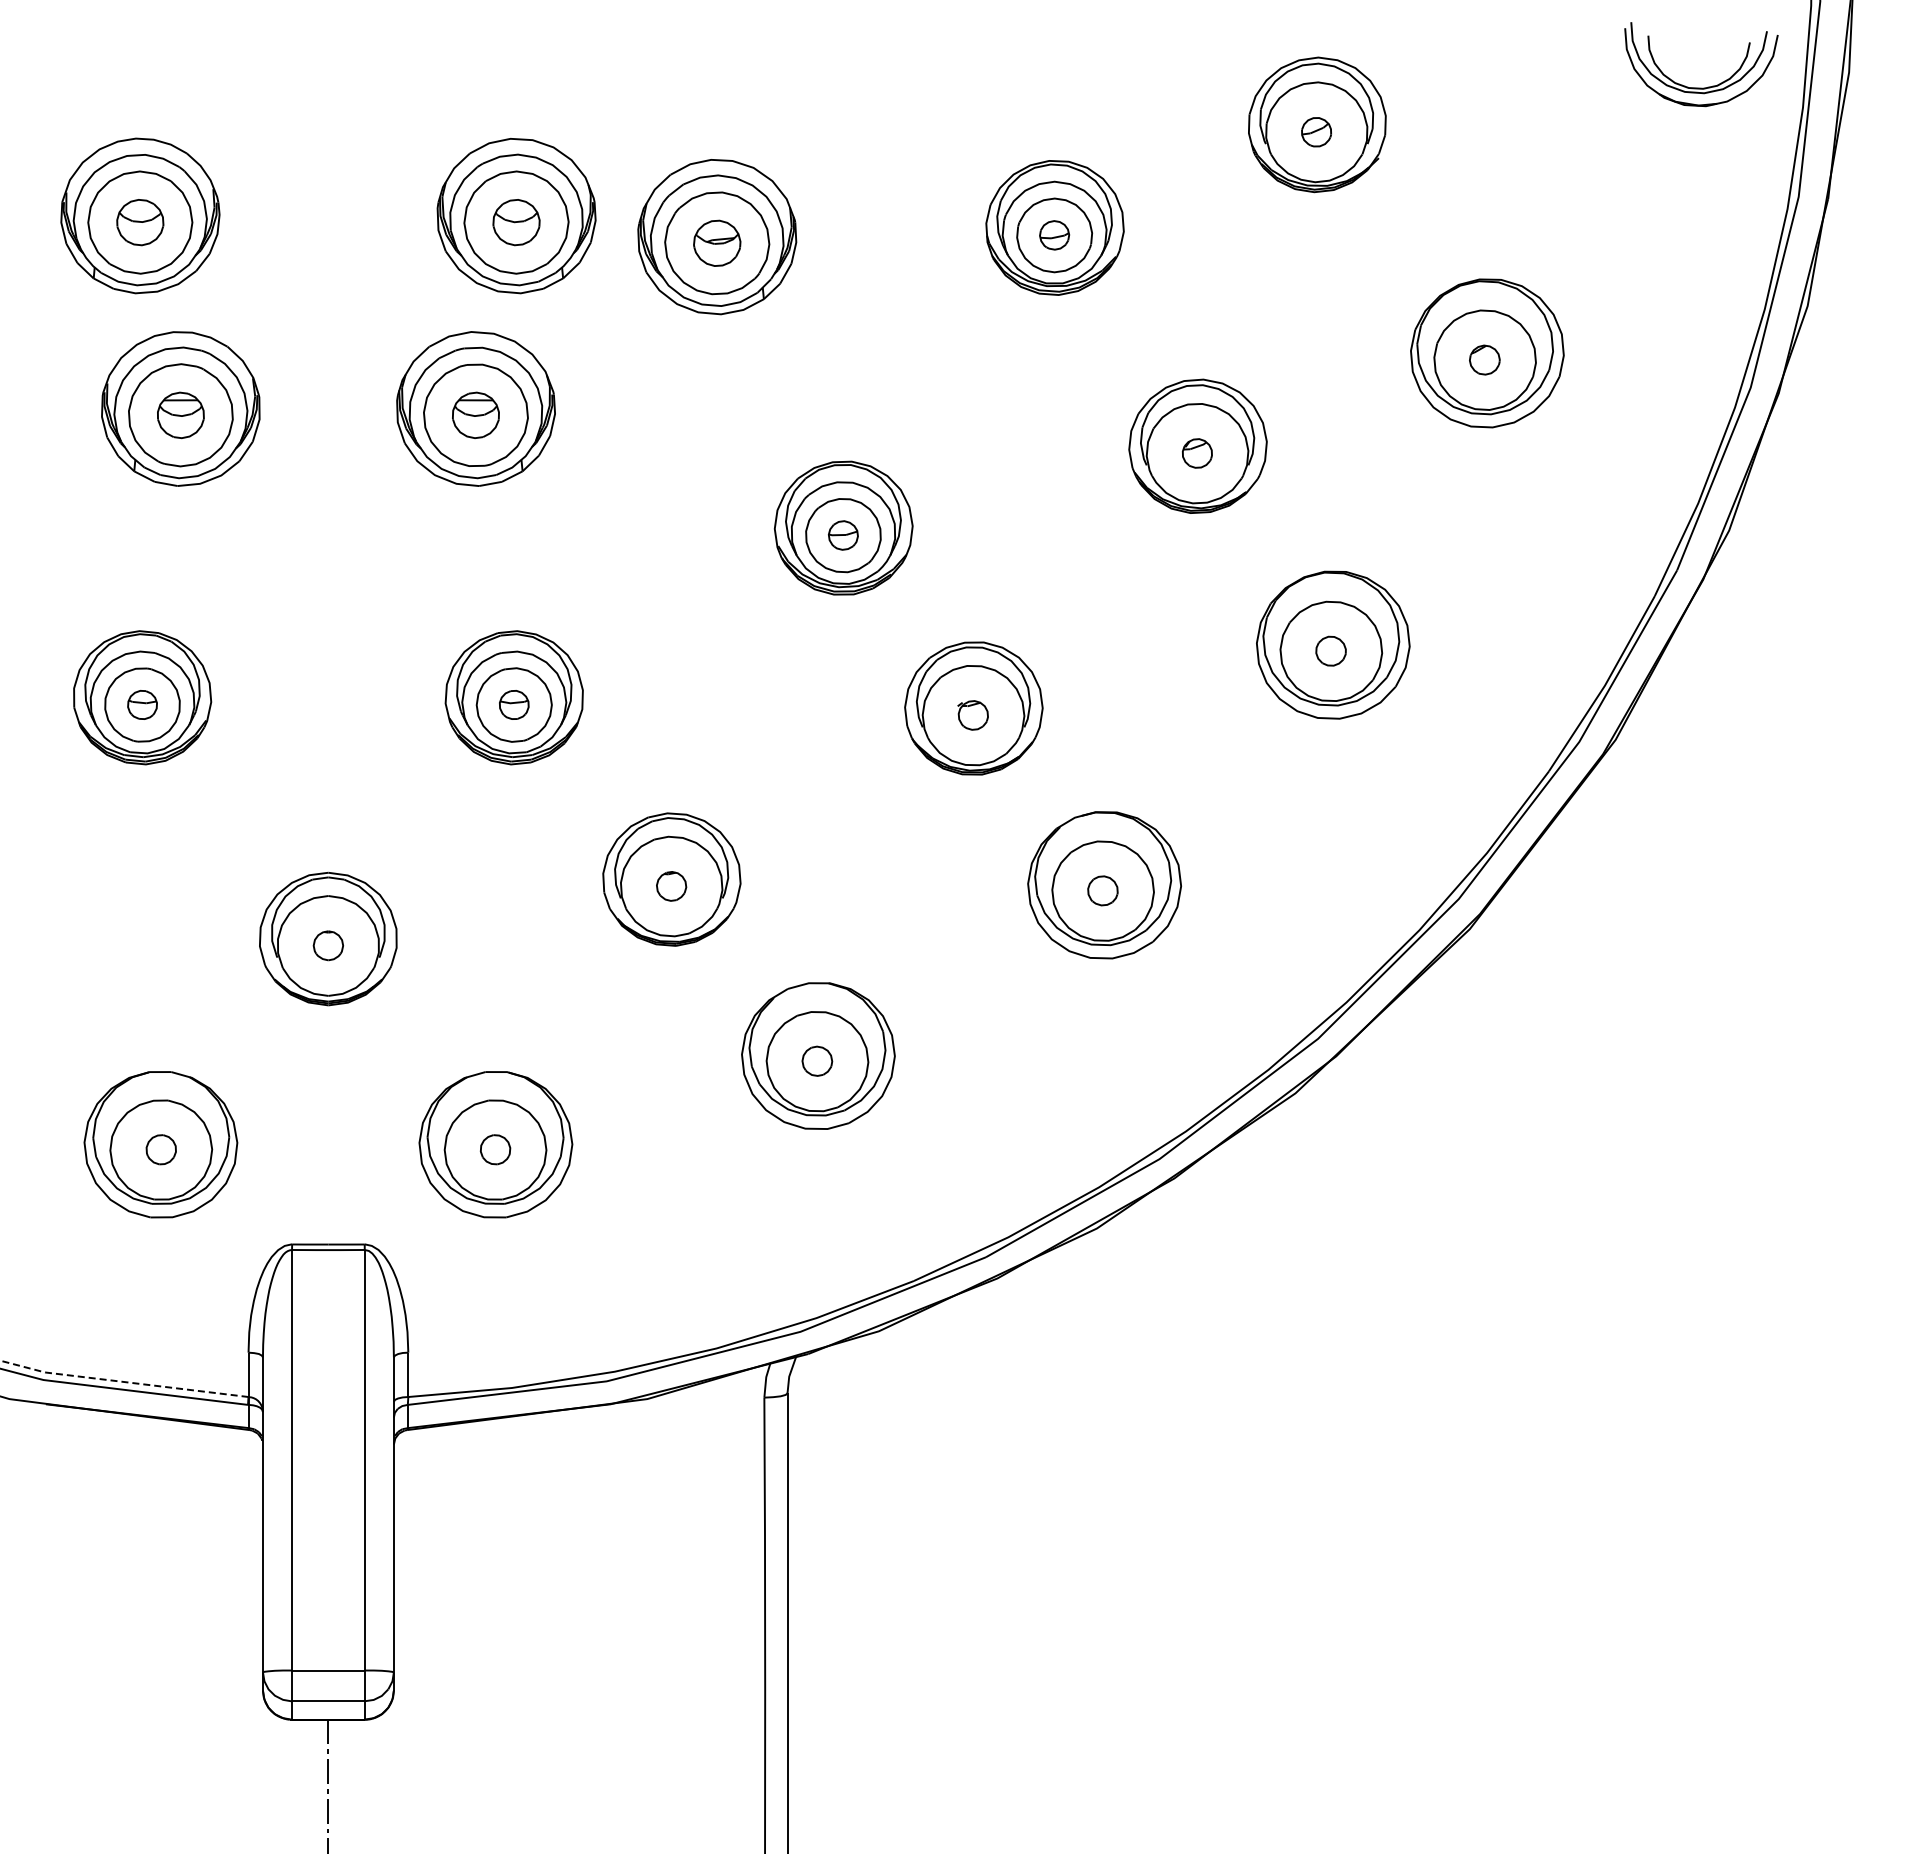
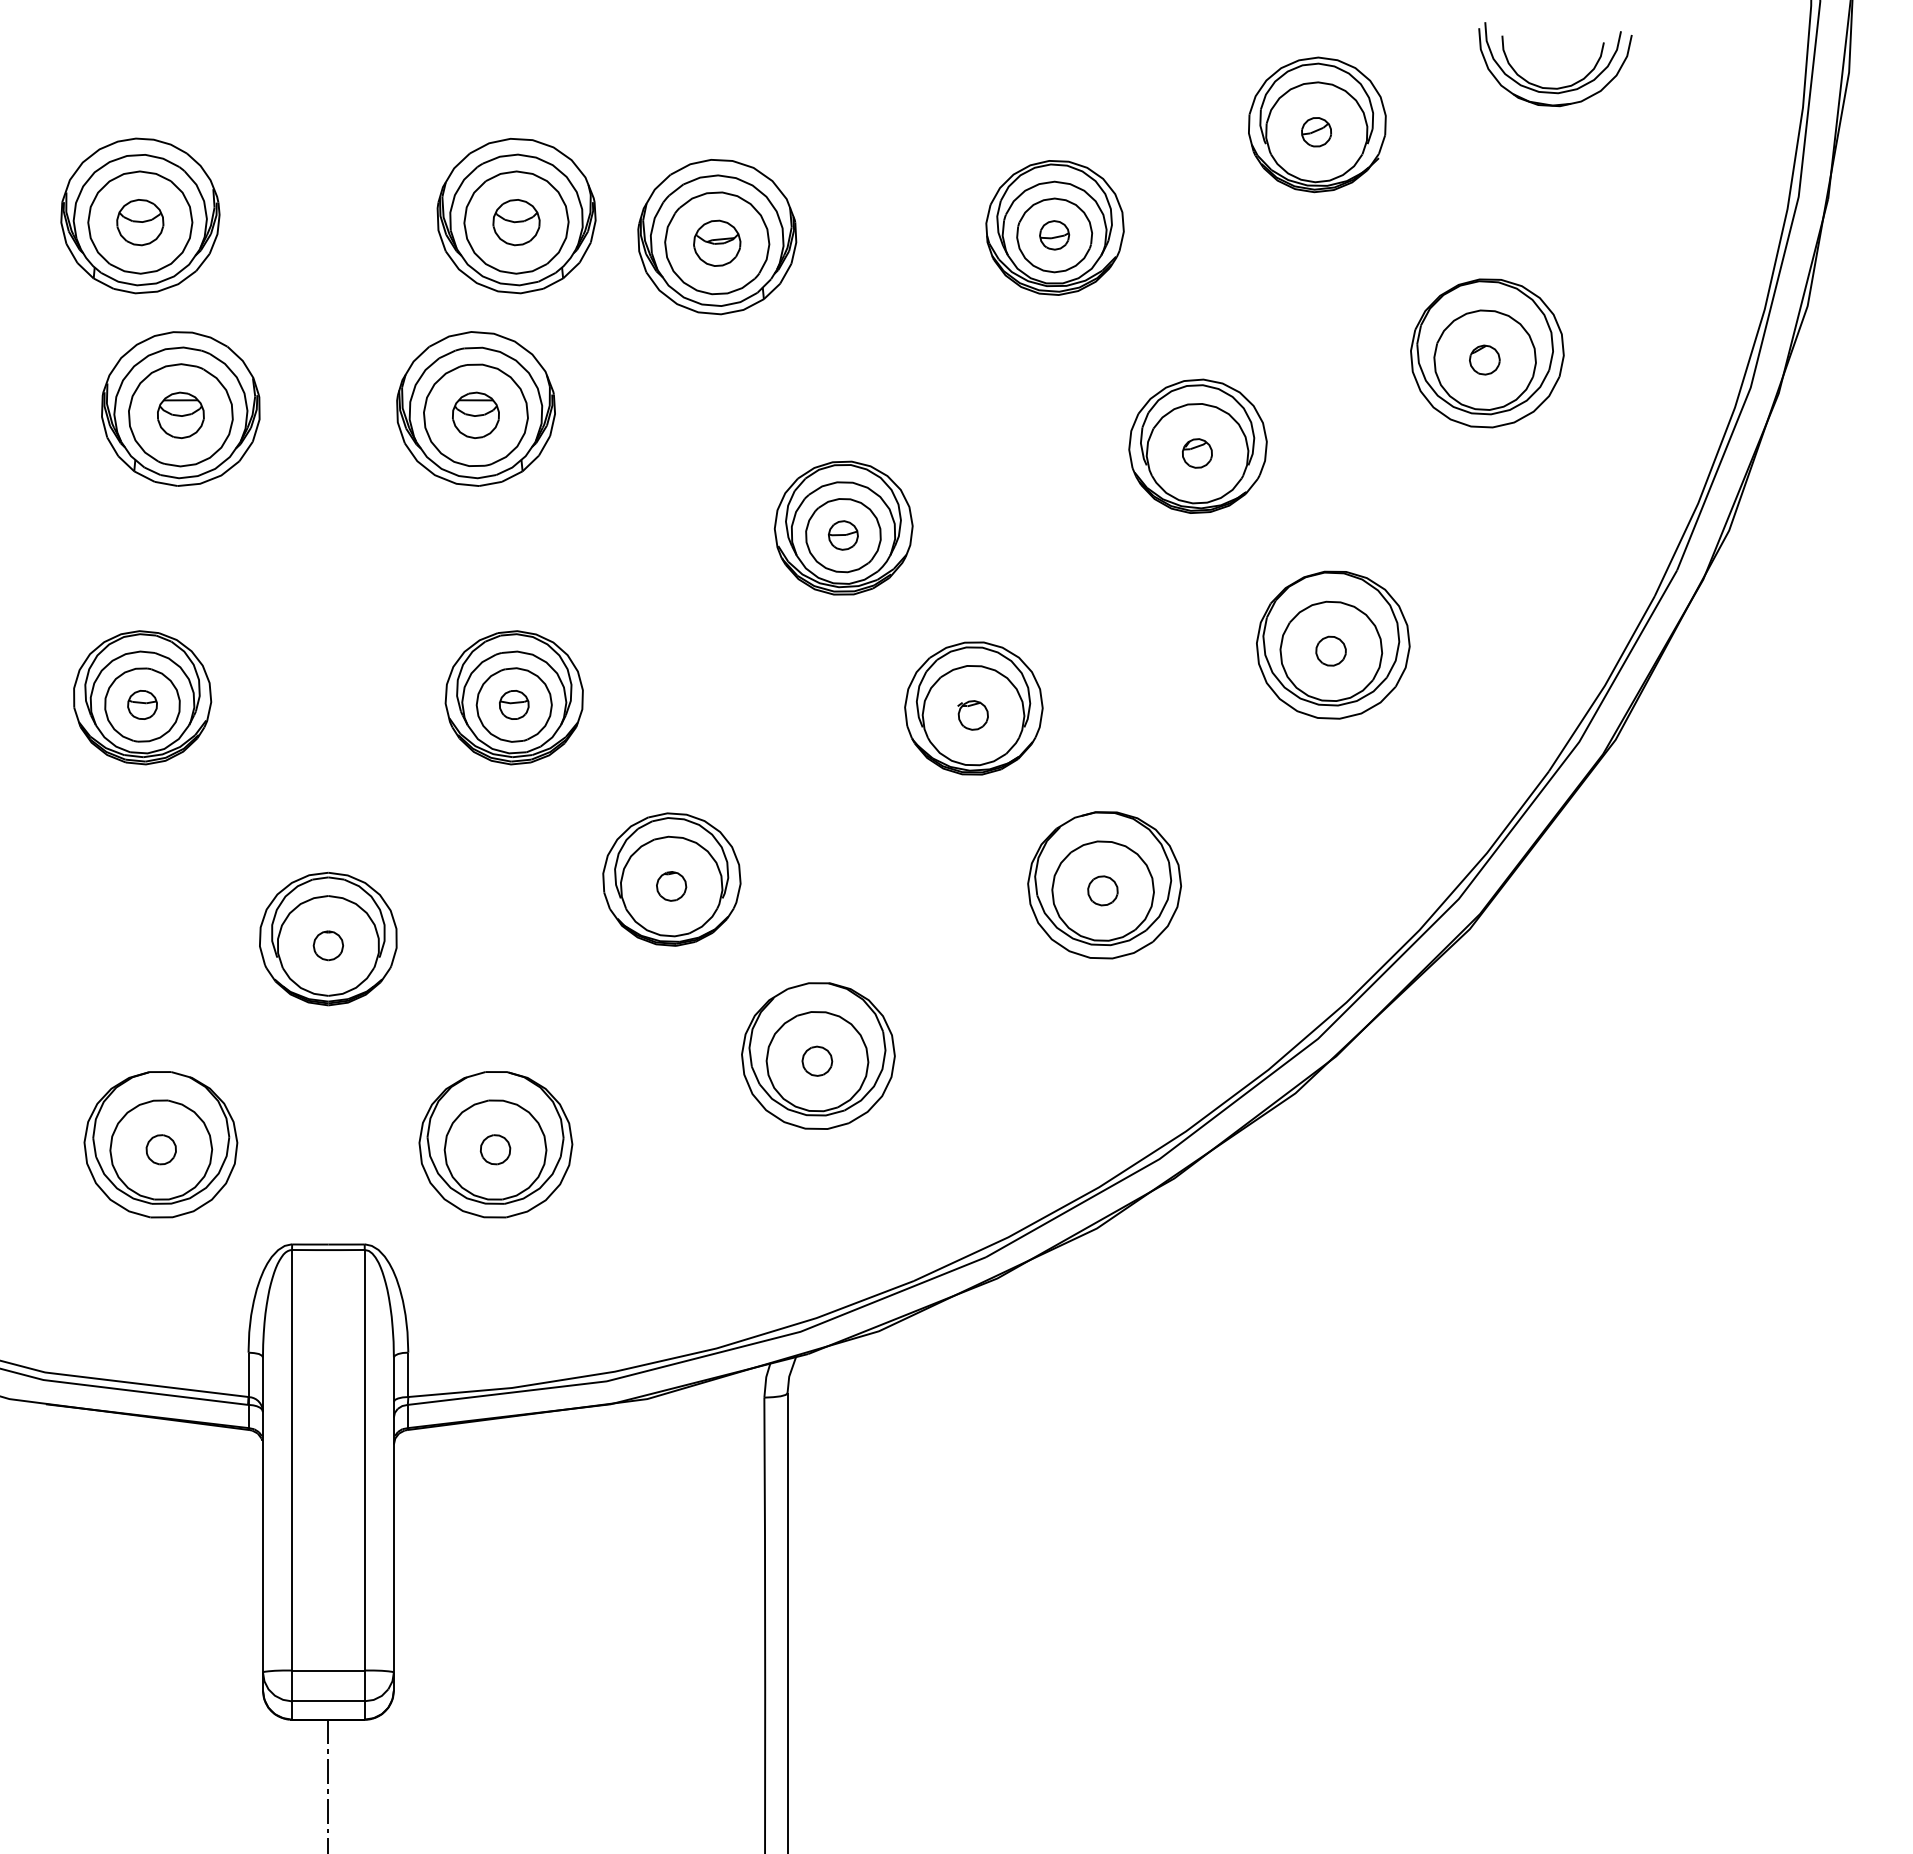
part at (1701, 87) position: (1701, 87) -> (1555, 87)
line at (123, 1381): dashed -> solid
